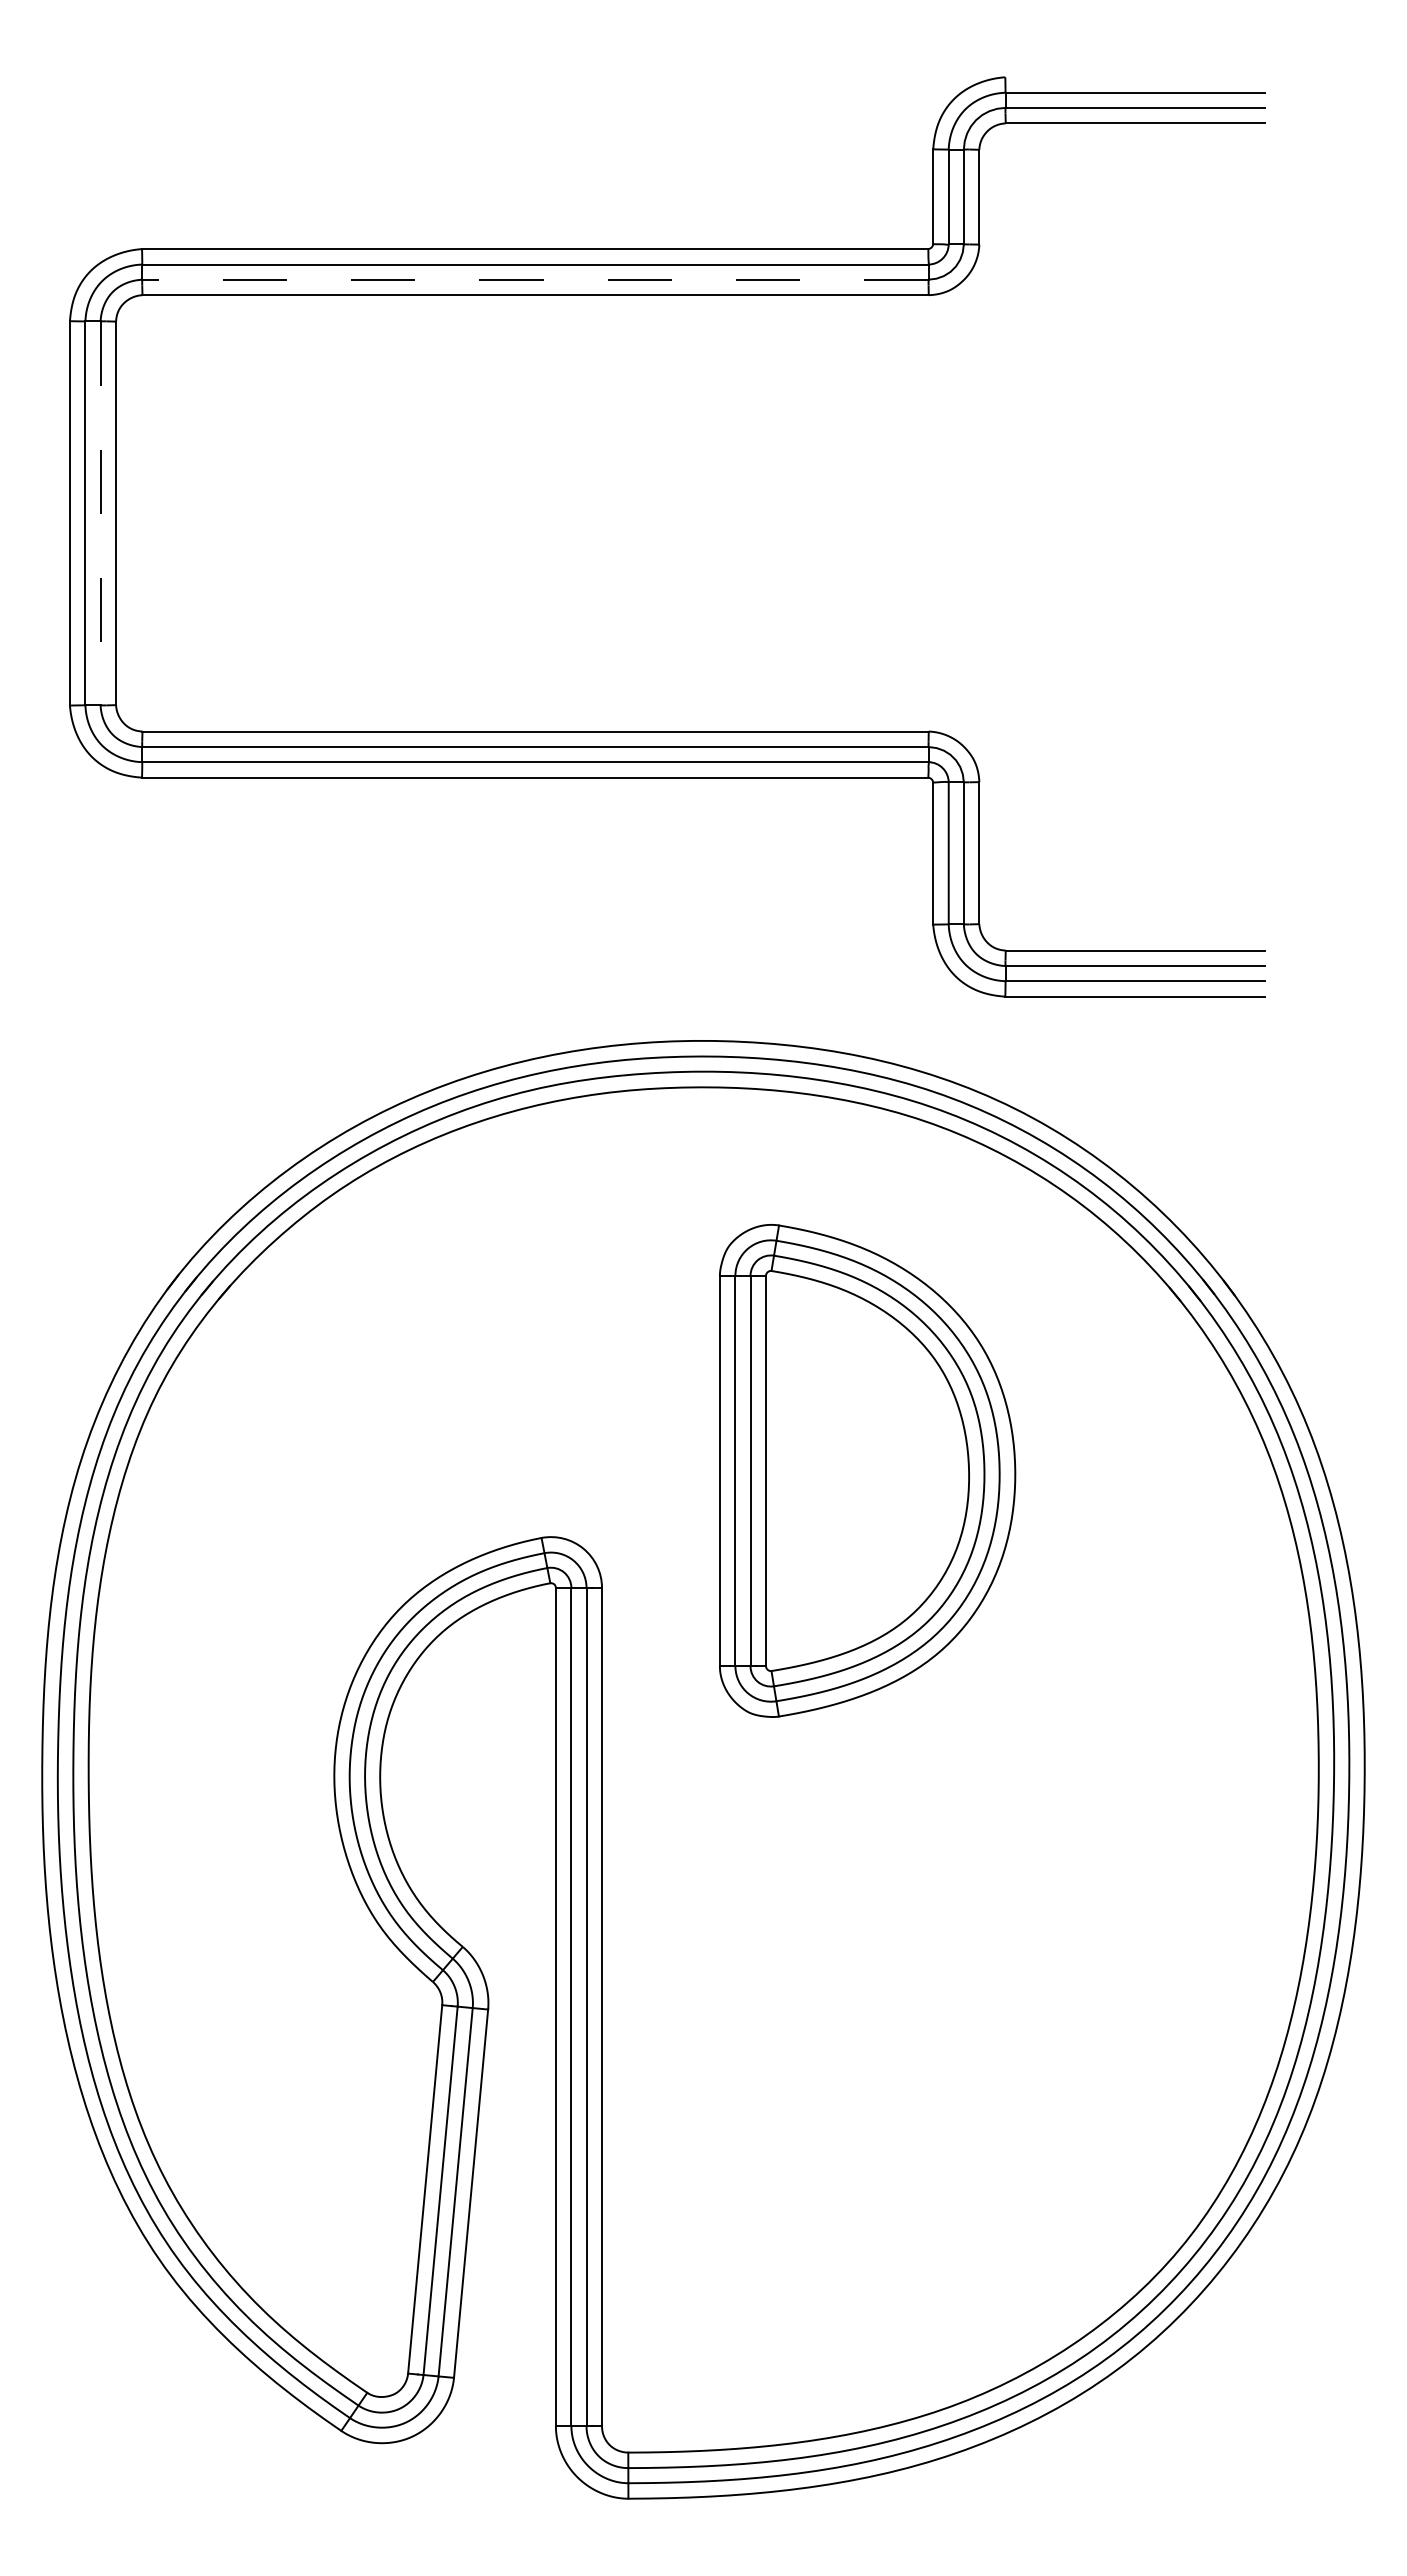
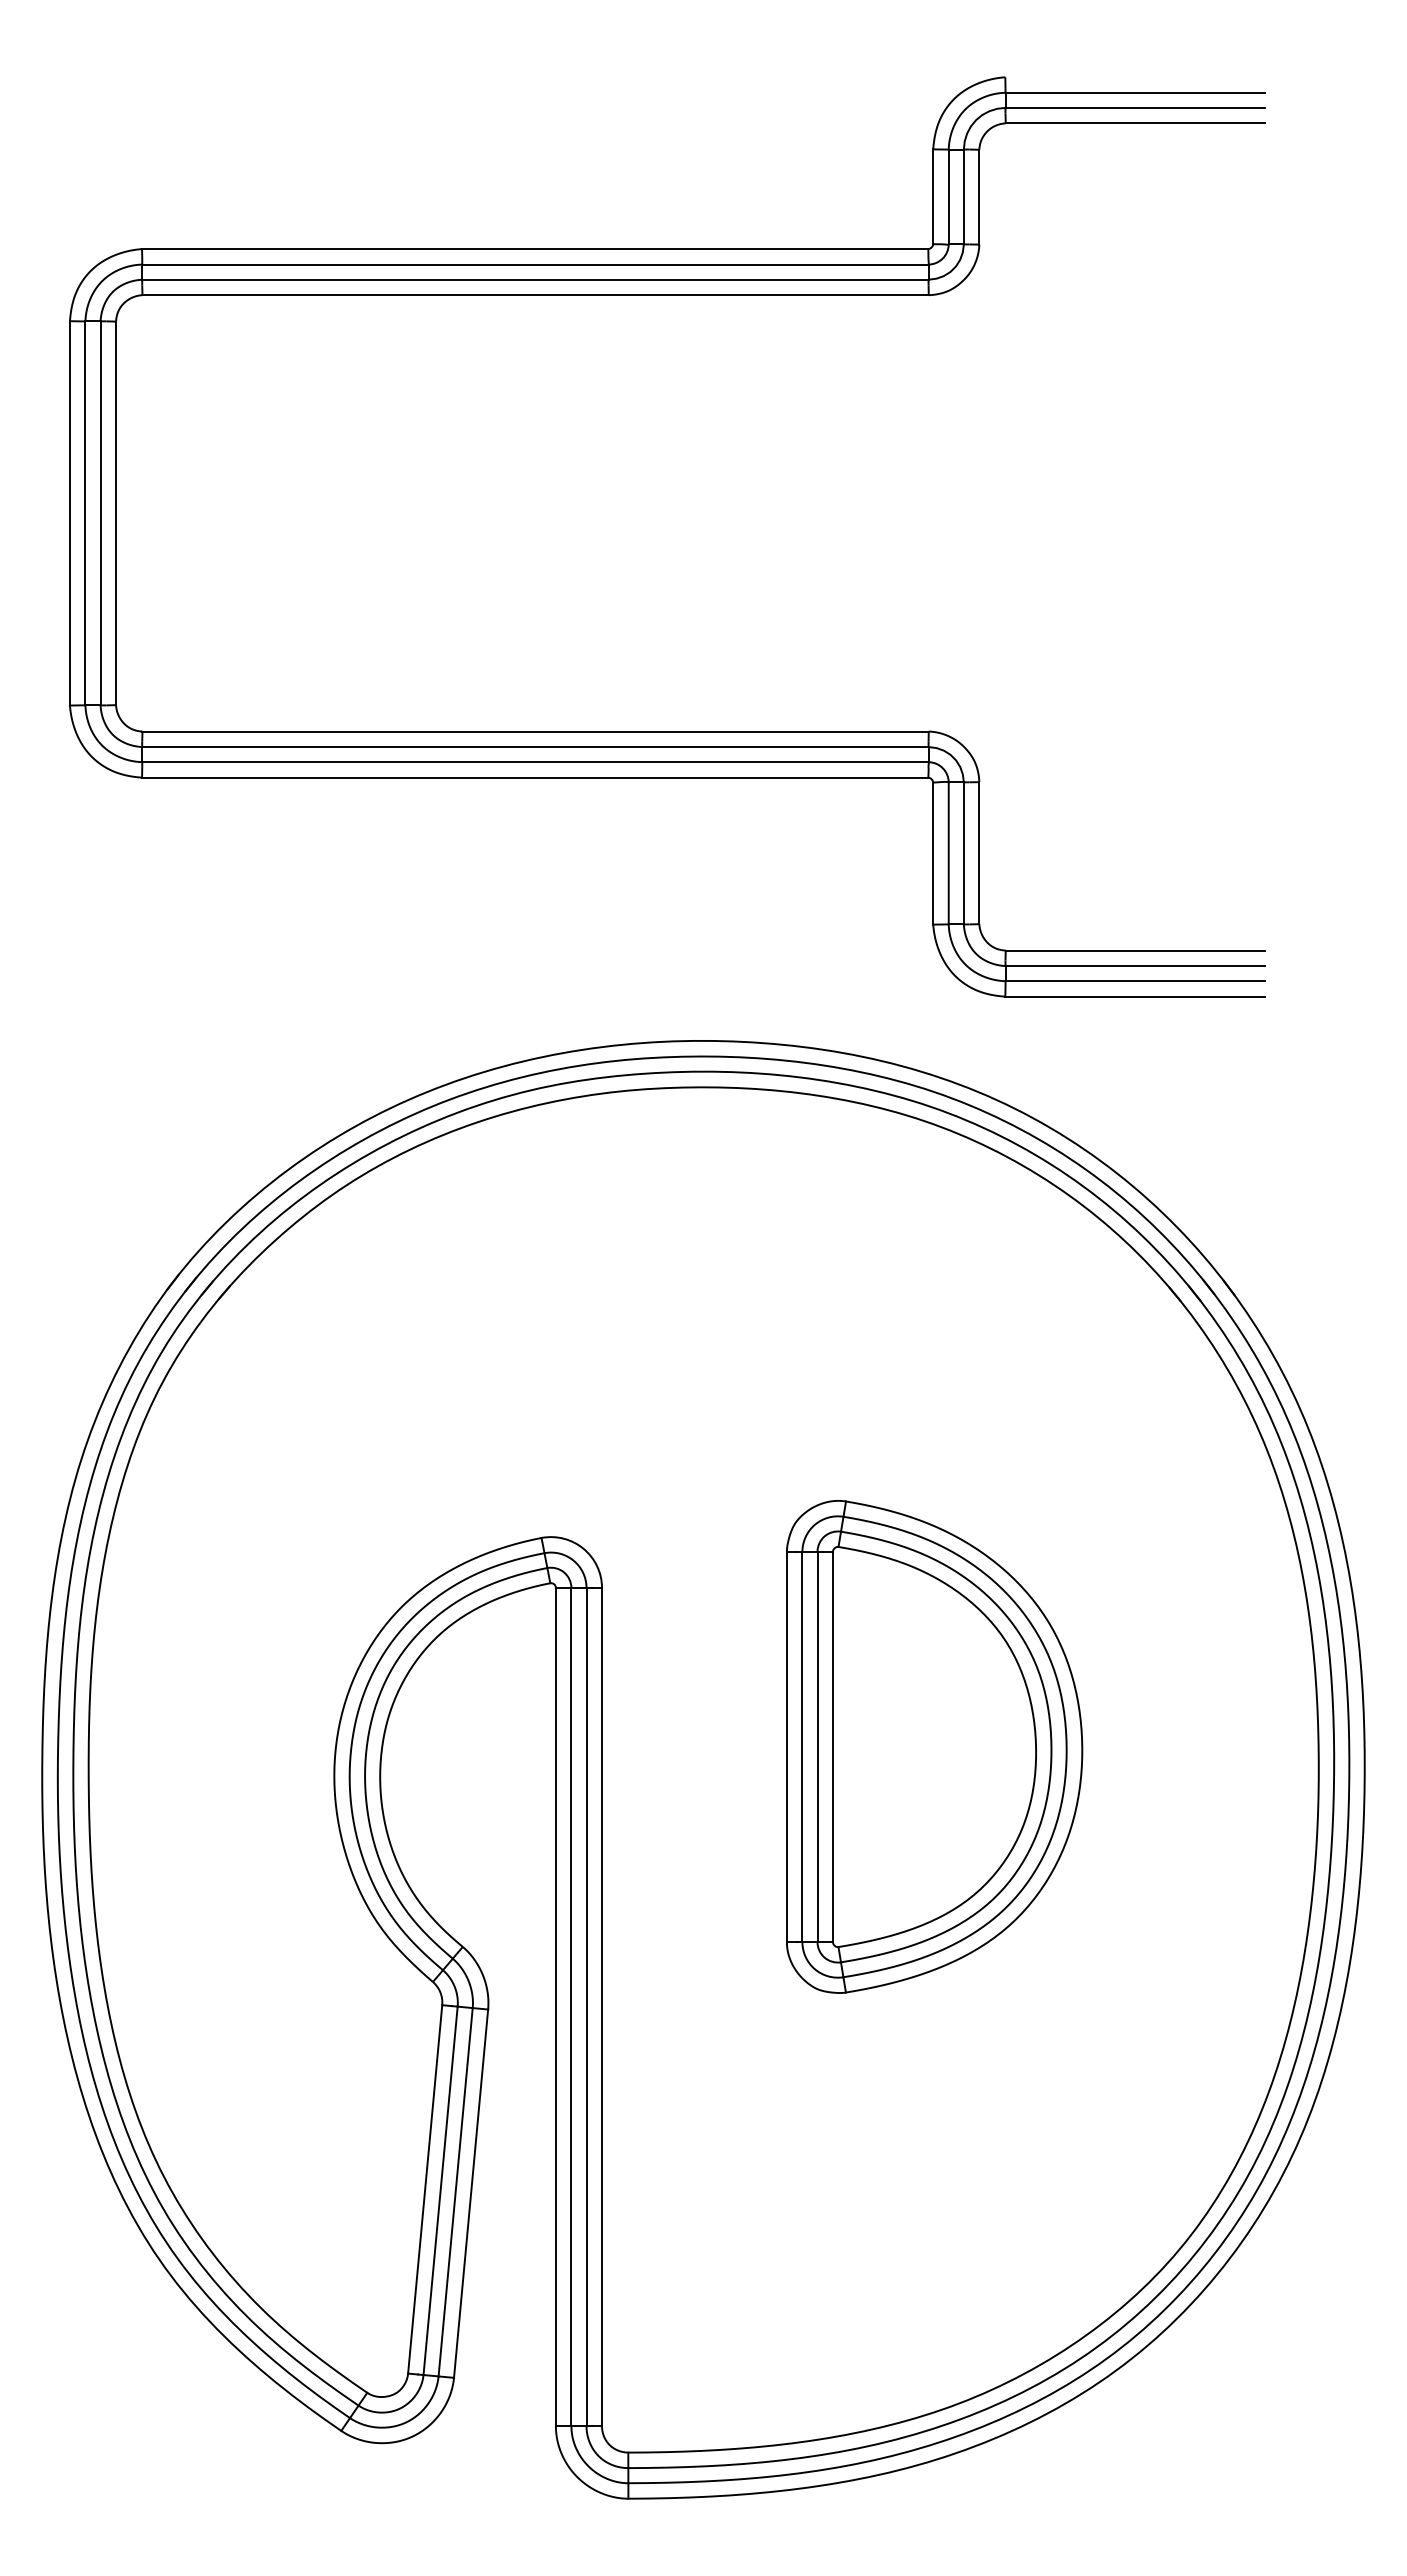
line at (534, 279): dashed -> solid
line at (100, 513): dashed -> solid
part at (867, 1470) position: (867, 1470) -> (934, 1746)
